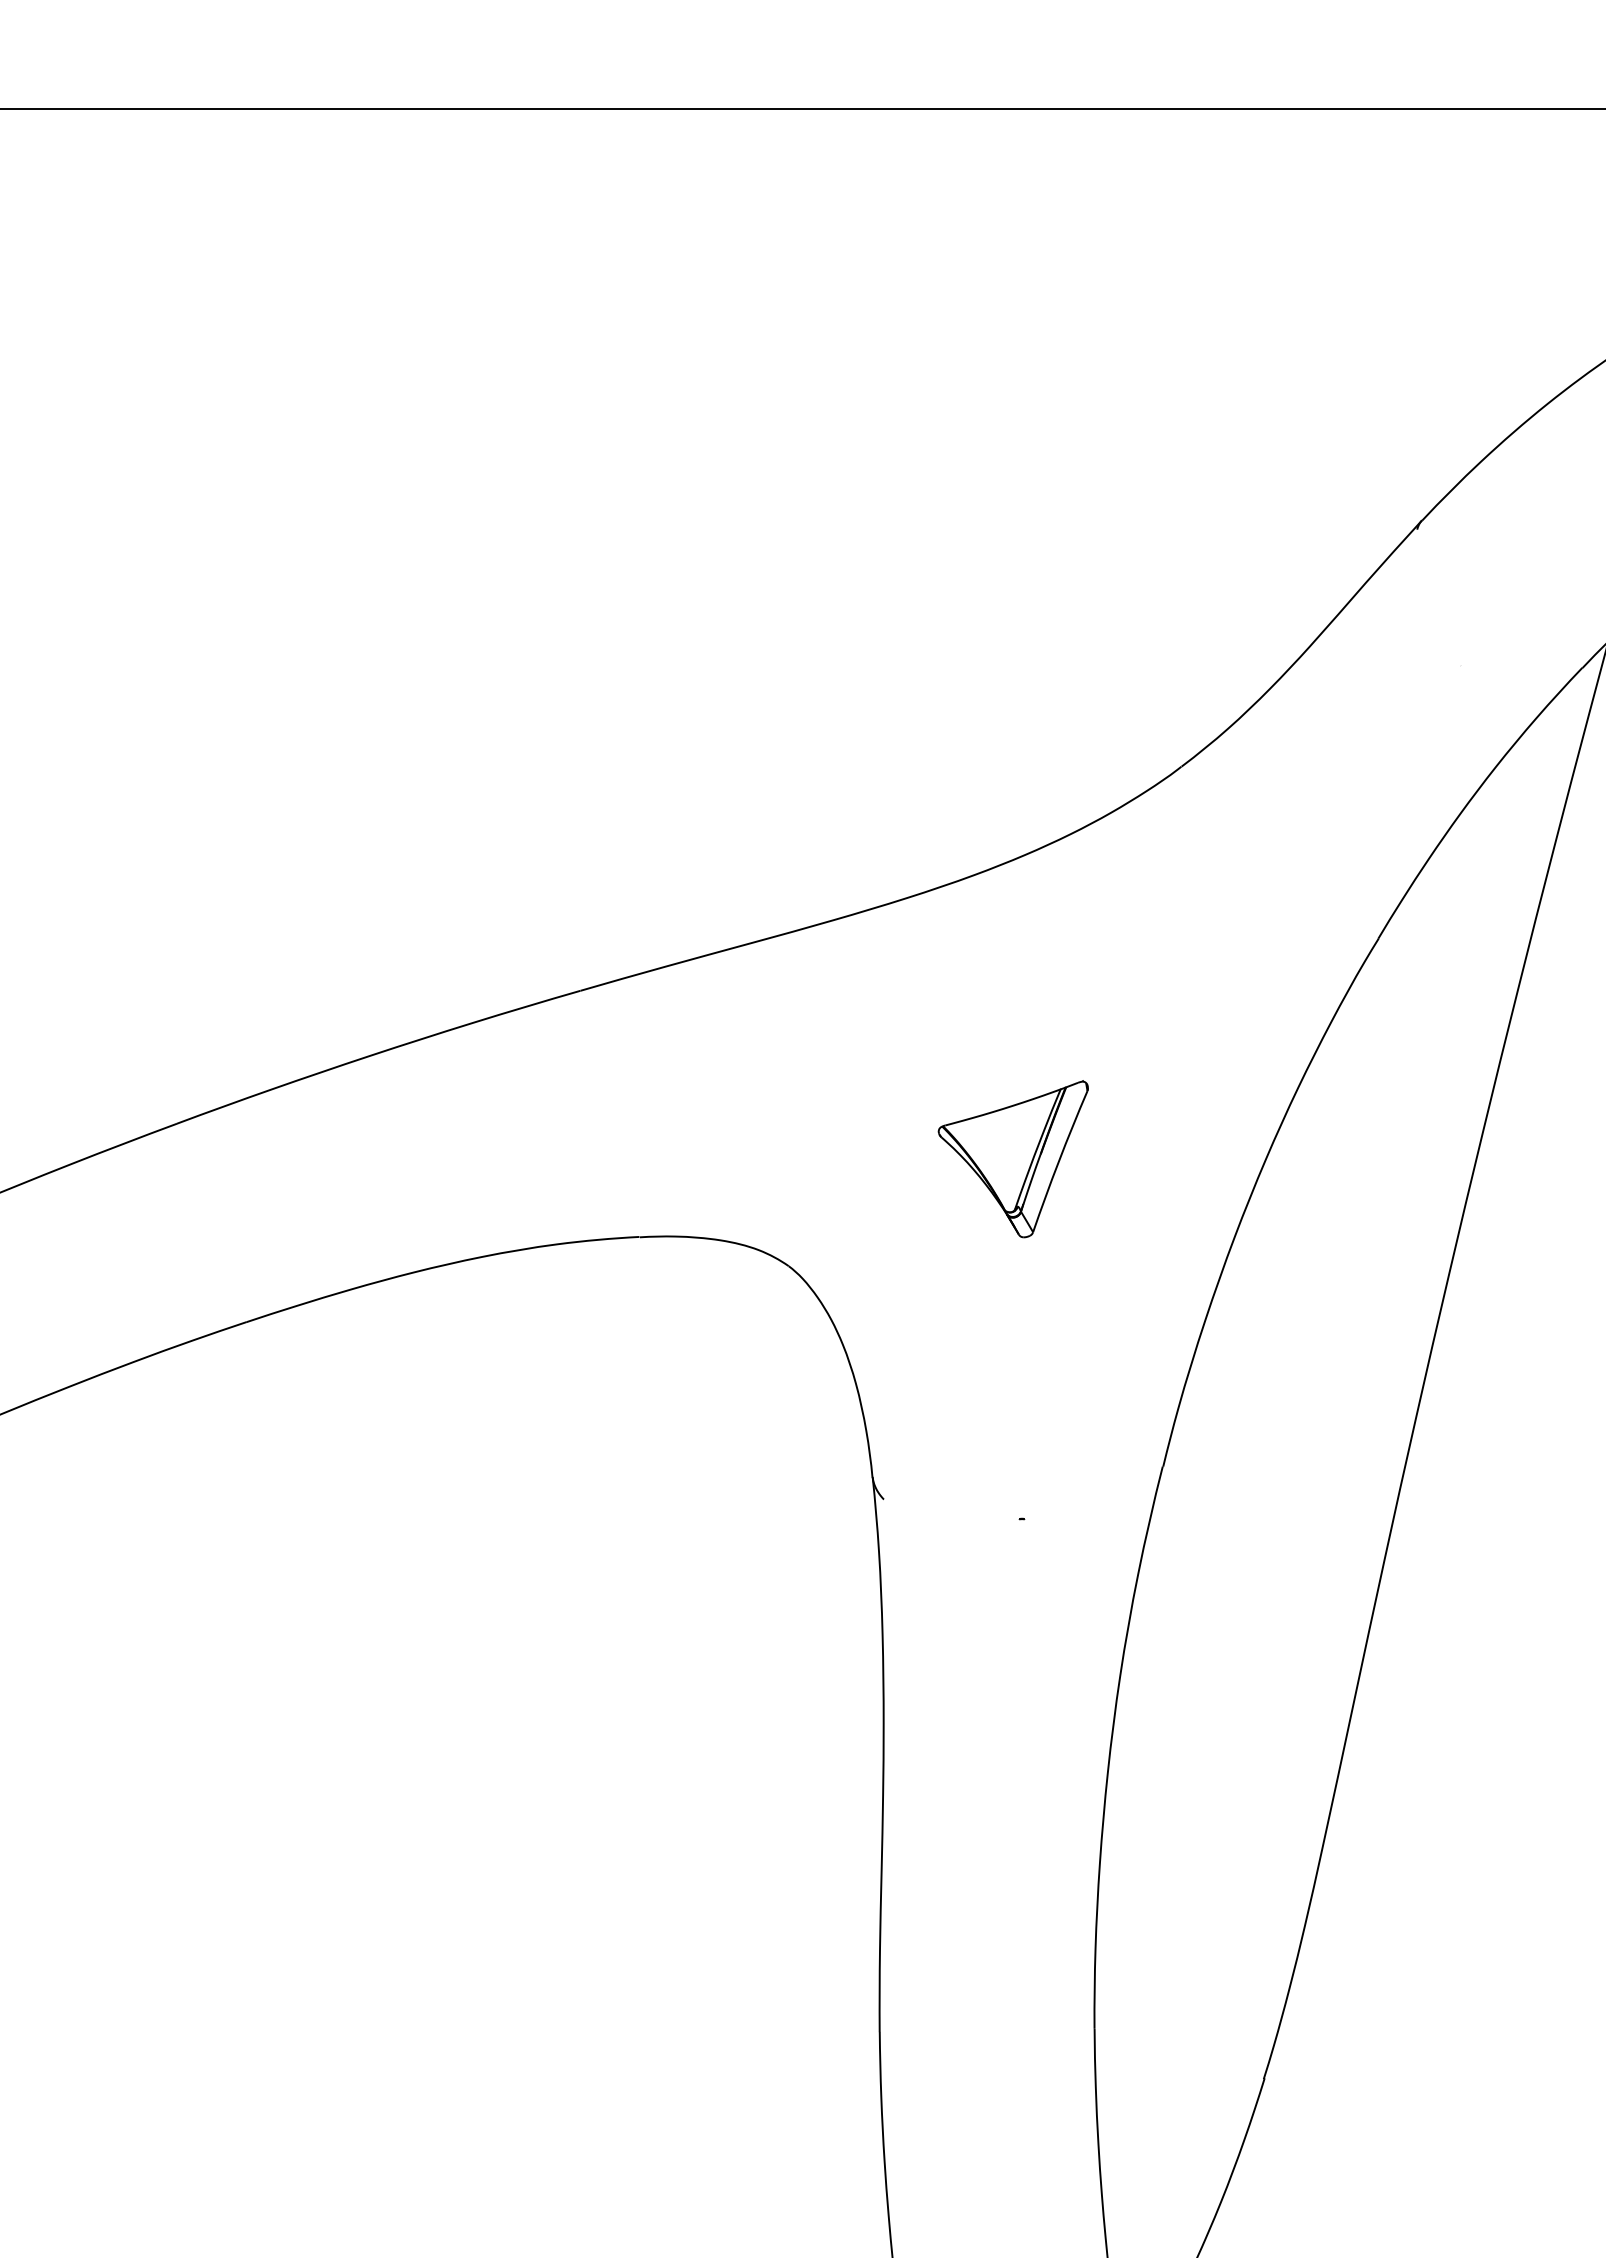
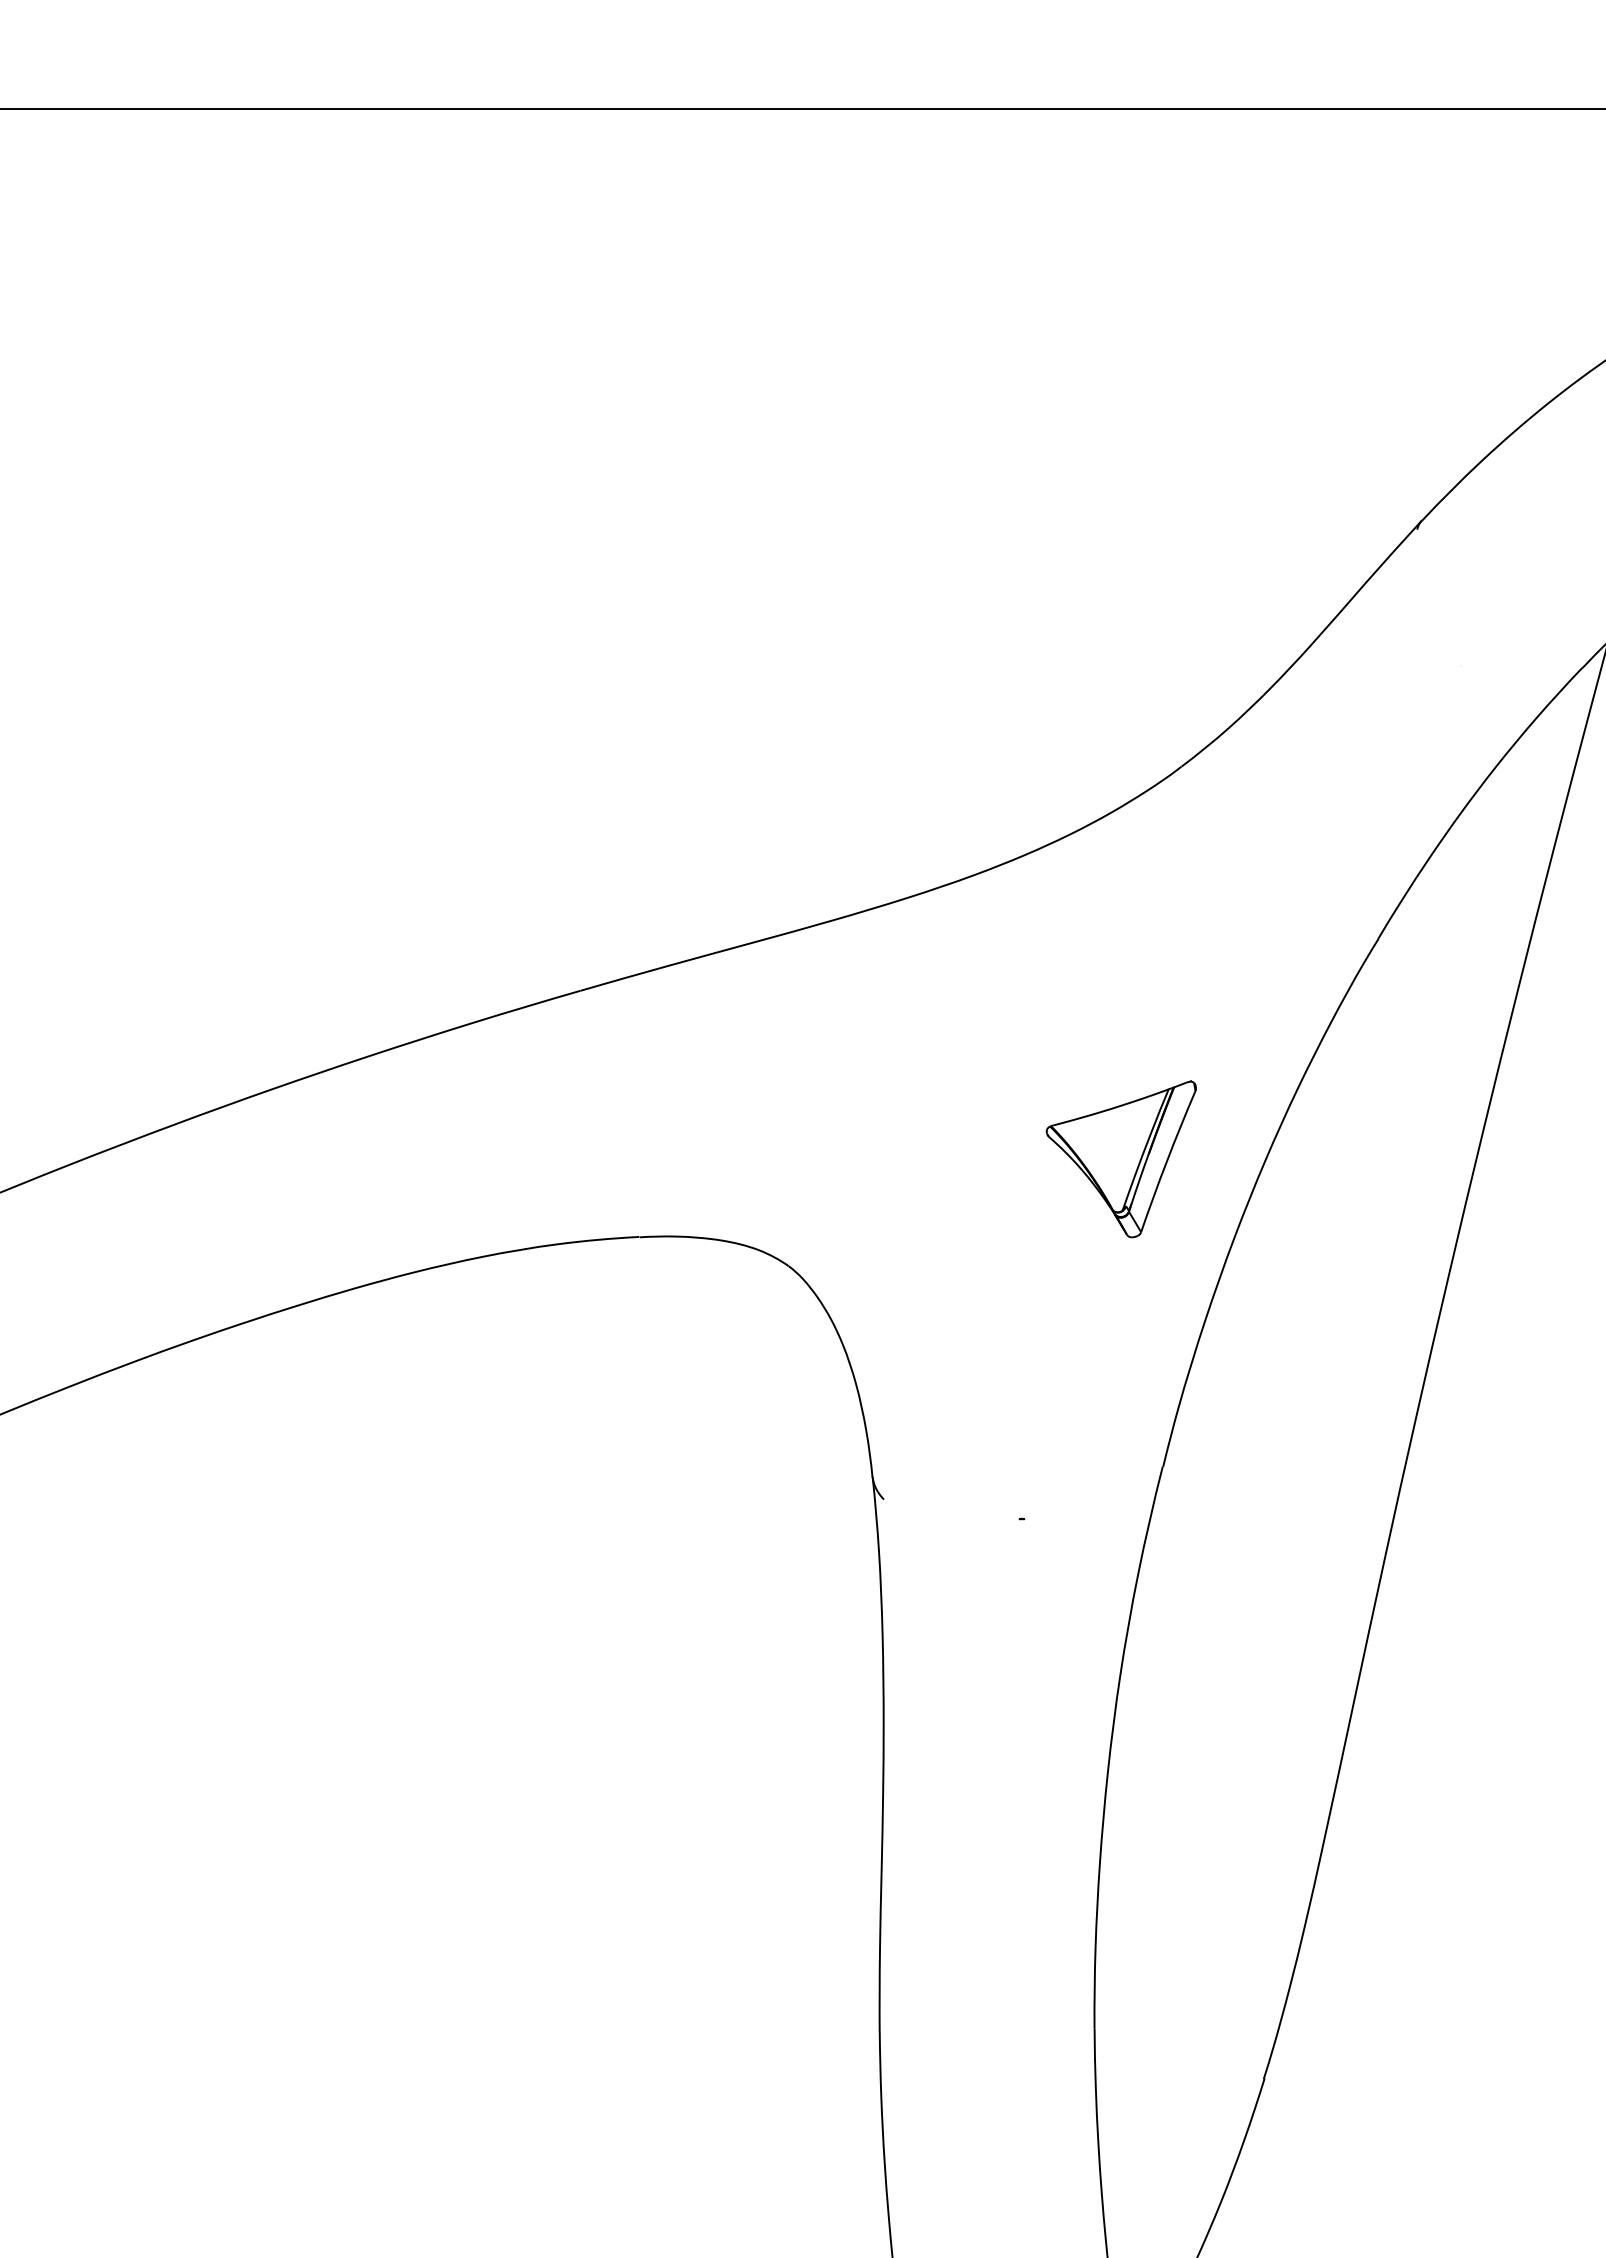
part at (1012, 1159) position: (1012, 1159) -> (1120, 1159)
